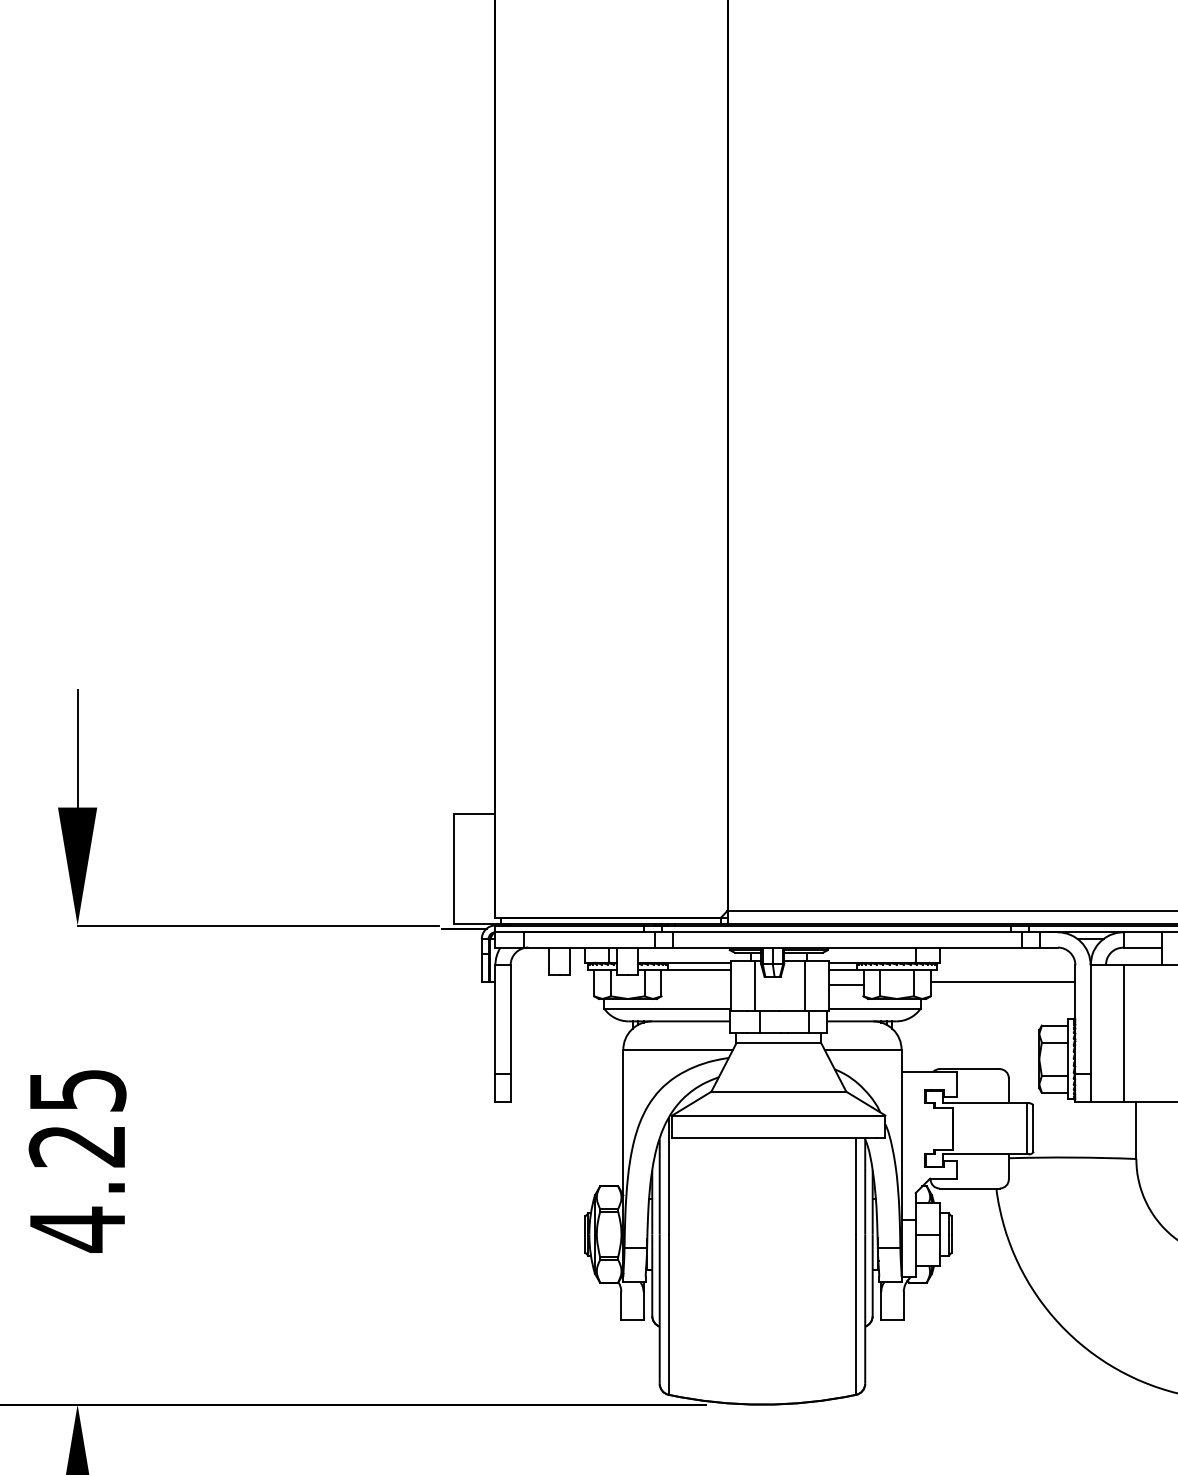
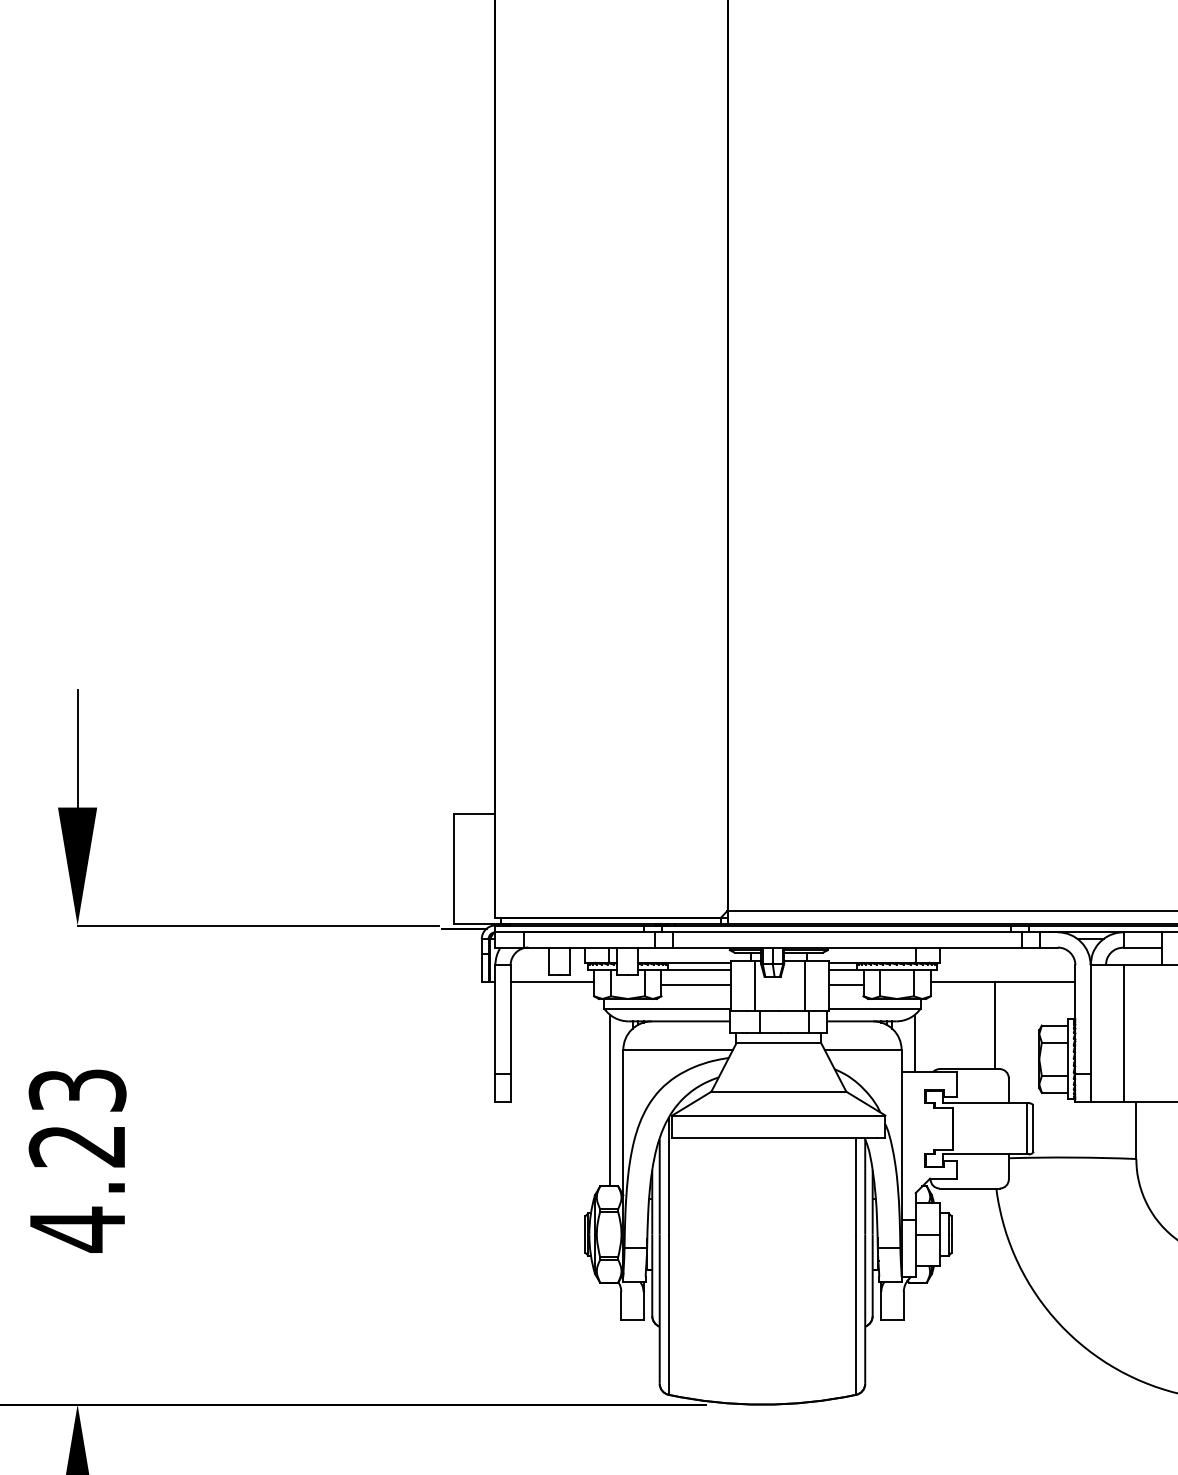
line at (552, 982): none -> present
line at (695, 984): none -> present
line at (994, 1025): none -> present
line at (914, 1042): none -> present
text at (77, 1090): 4.25 -> 4.23
line at (610, 1100): none -> present
